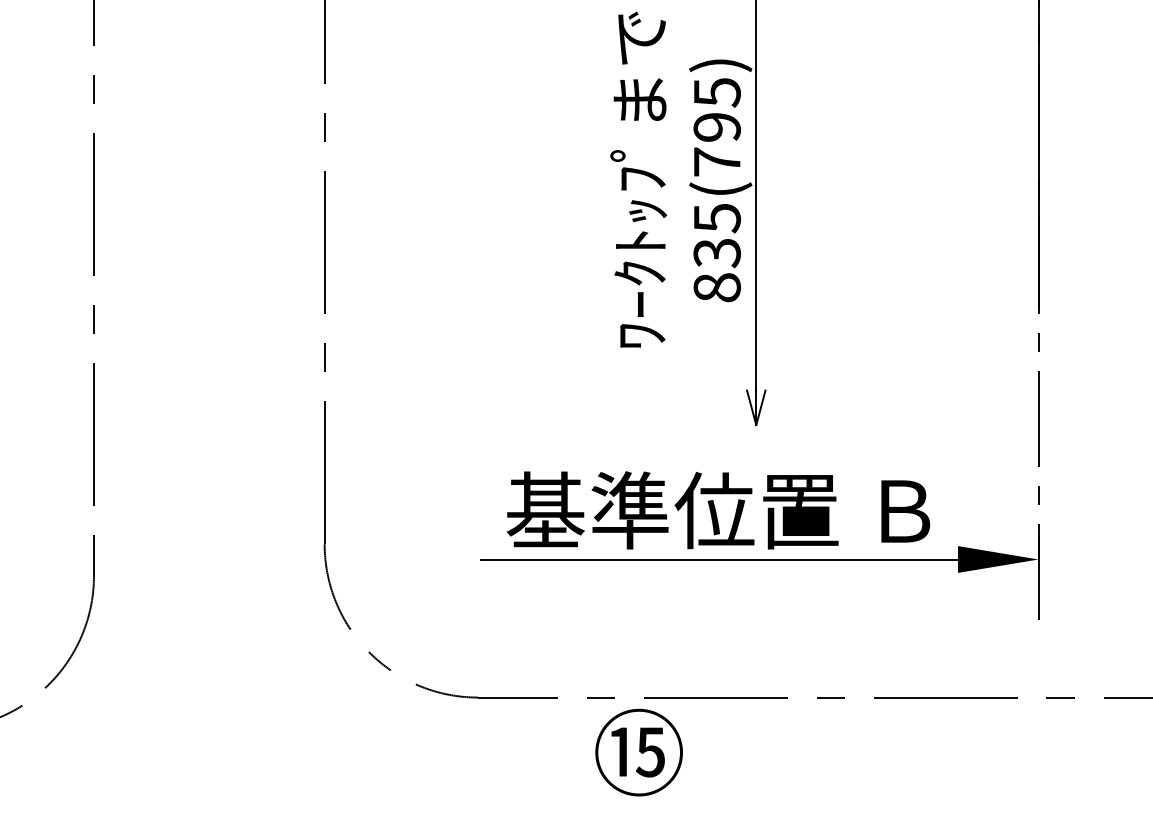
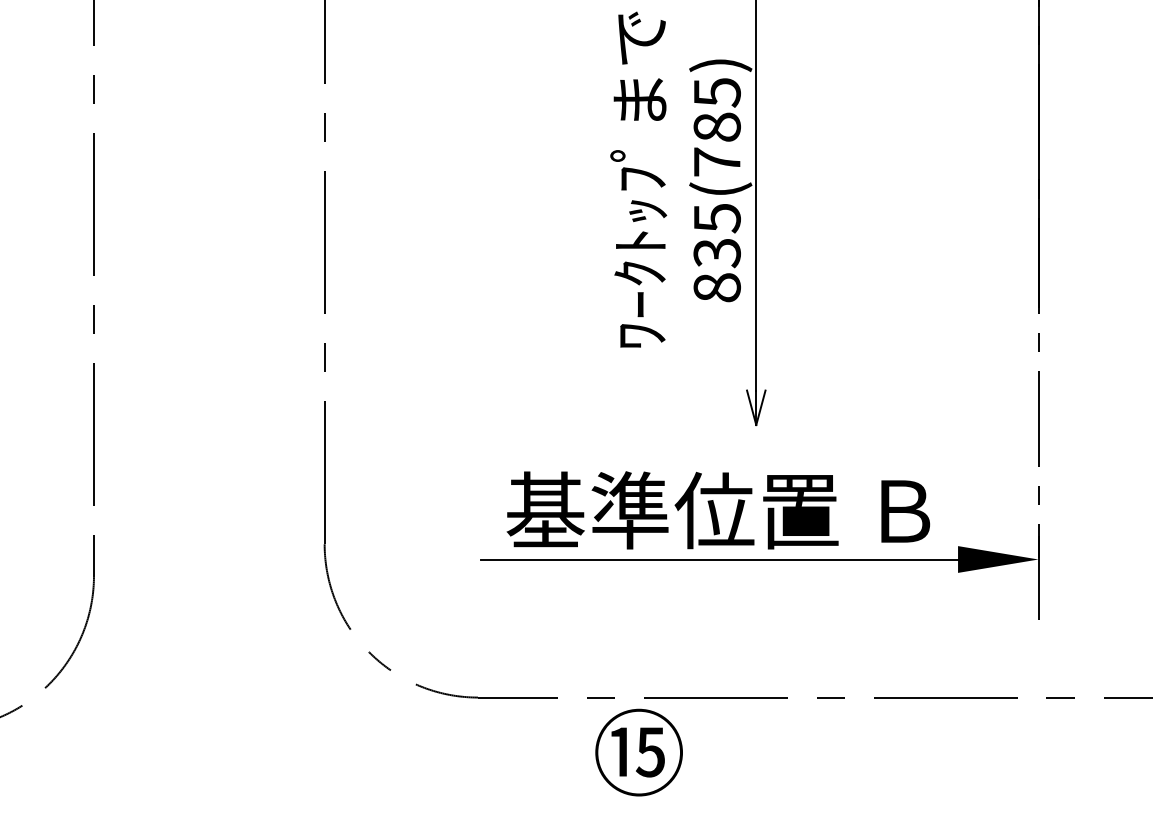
text at (716, 126): 835(795) -> 835(785)
